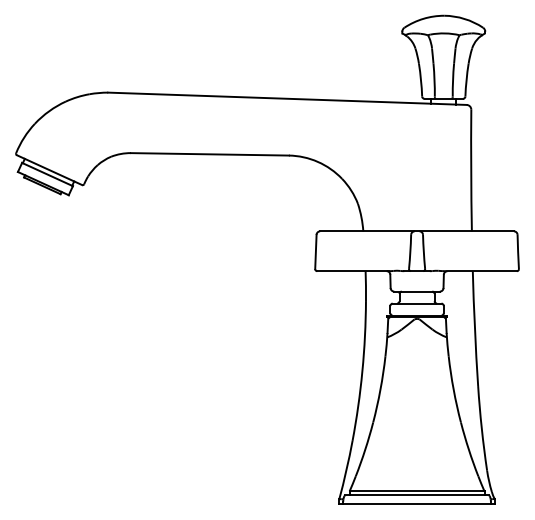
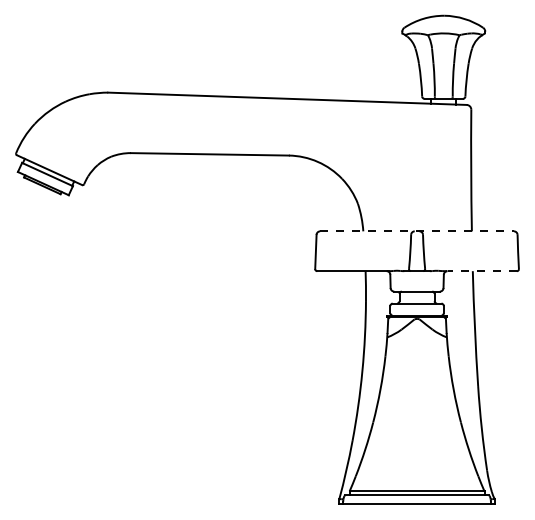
line at (417, 231): solid -> dashed
line at (482, 271): solid -> dashed
